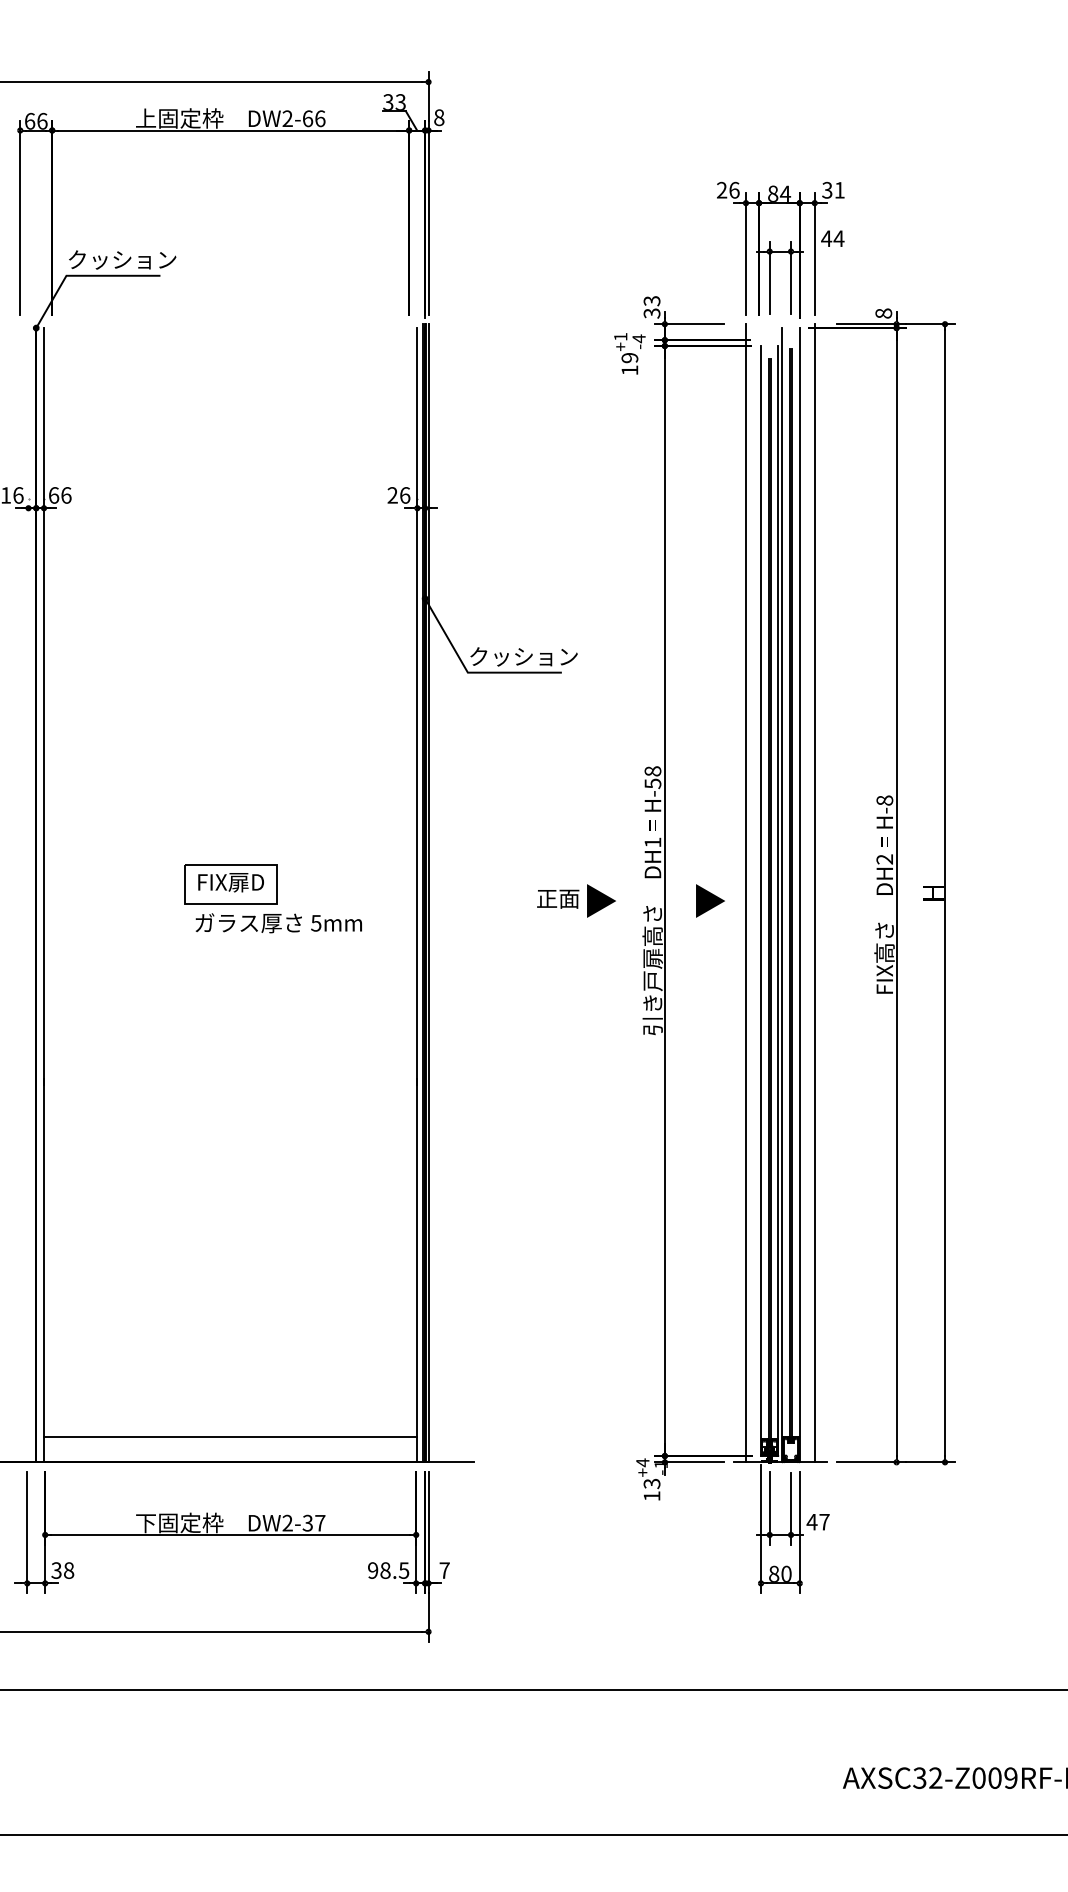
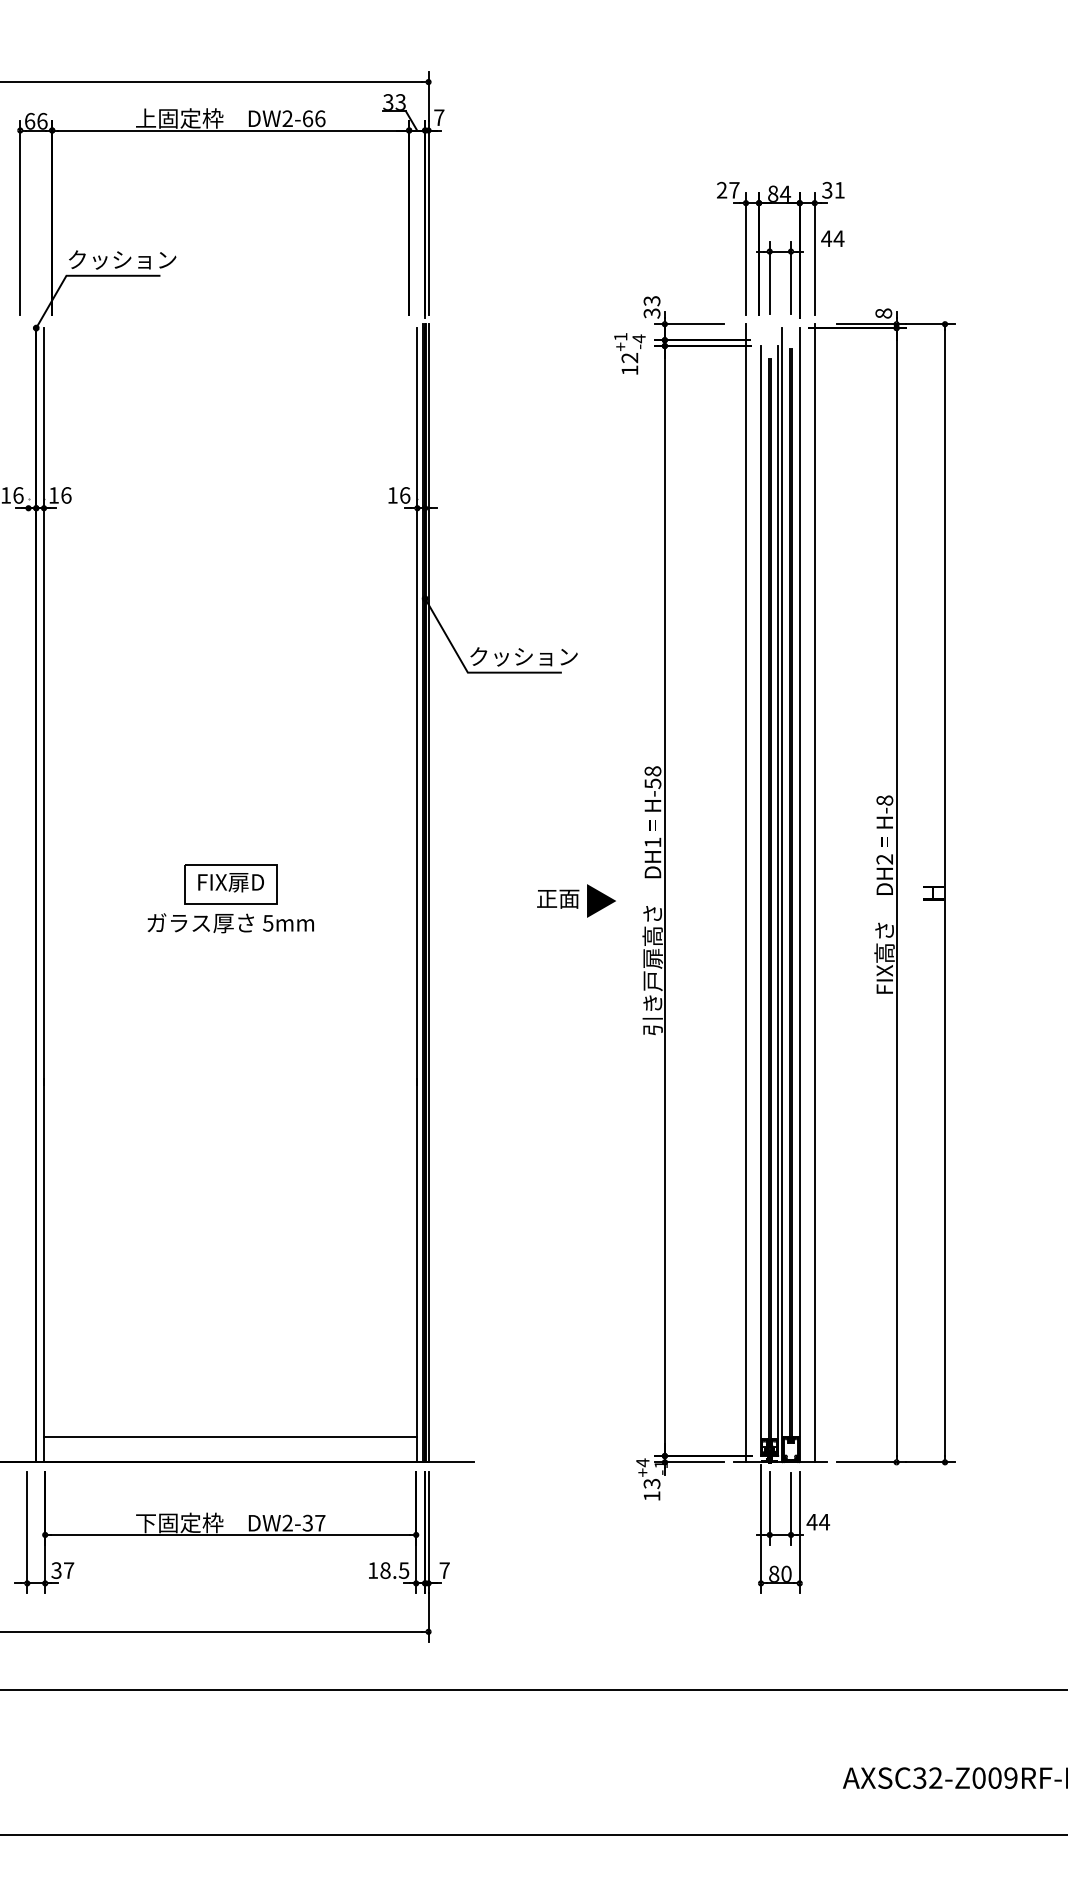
text at (439, 117): 8 -> 7
text at (734, 189): 26 -> 27
text at (630, 358): 19 -> 12
text at (54, 495): 66 -> 16
text at (392, 495): 26 -> 16
part at (710, 900): present -> none
text at (278, 923) position: (278, 923) -> (230, 923)
text at (824, 1522): 47 -> 44
text at (69, 1570): 38 -> 37
text at (373, 1570): 98.5 -> 18.5
